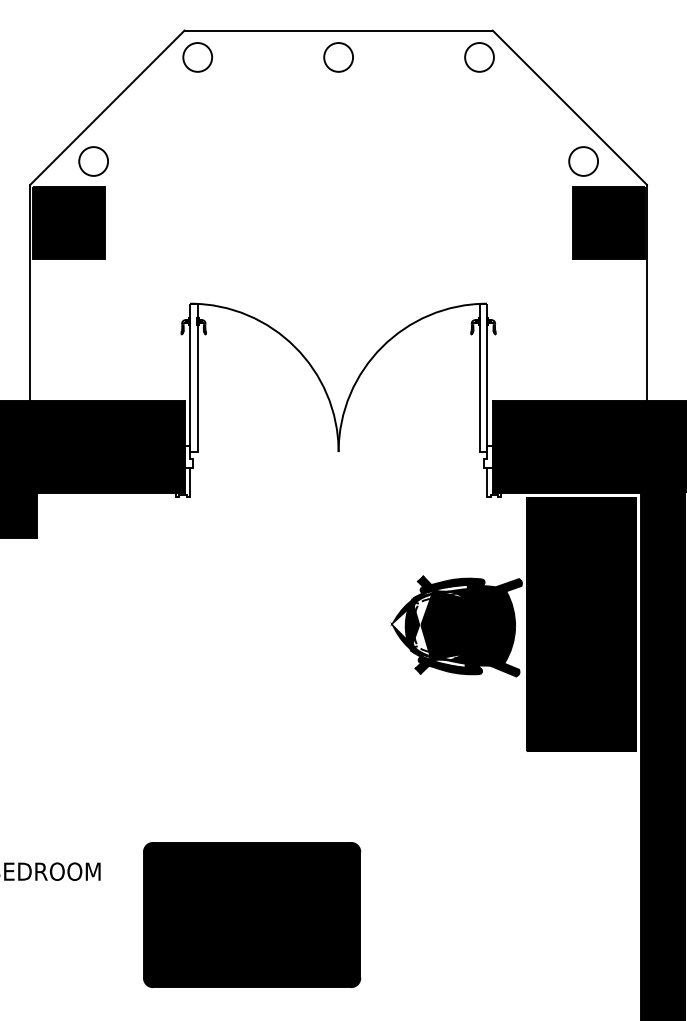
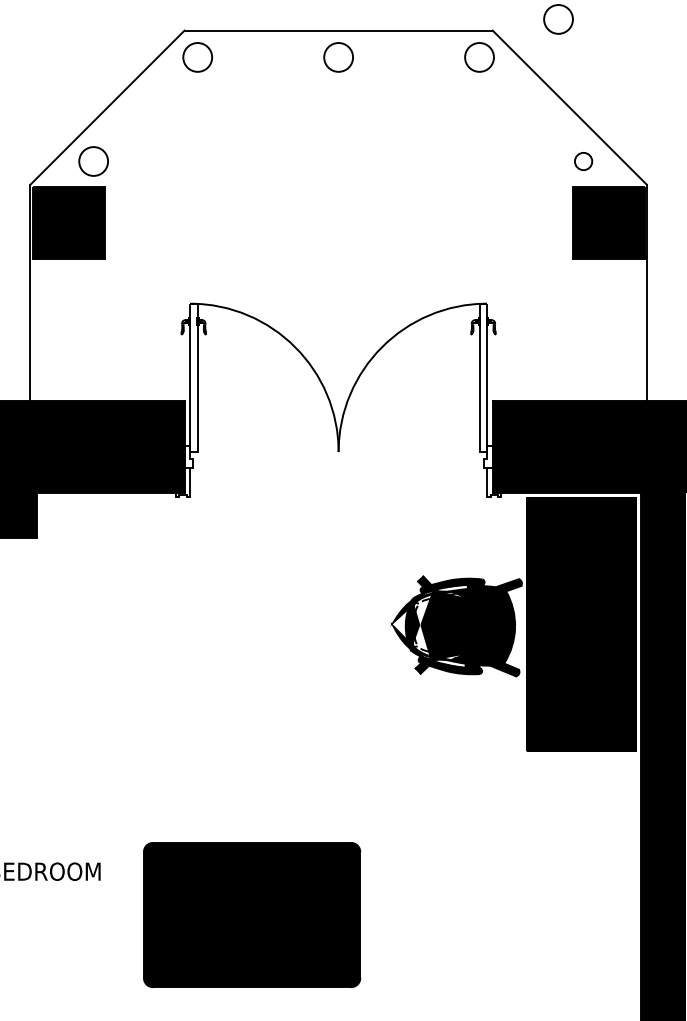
circle at (558, 19): none -> present
circle at (583, 161) diameter: 29 px -> 17 px
